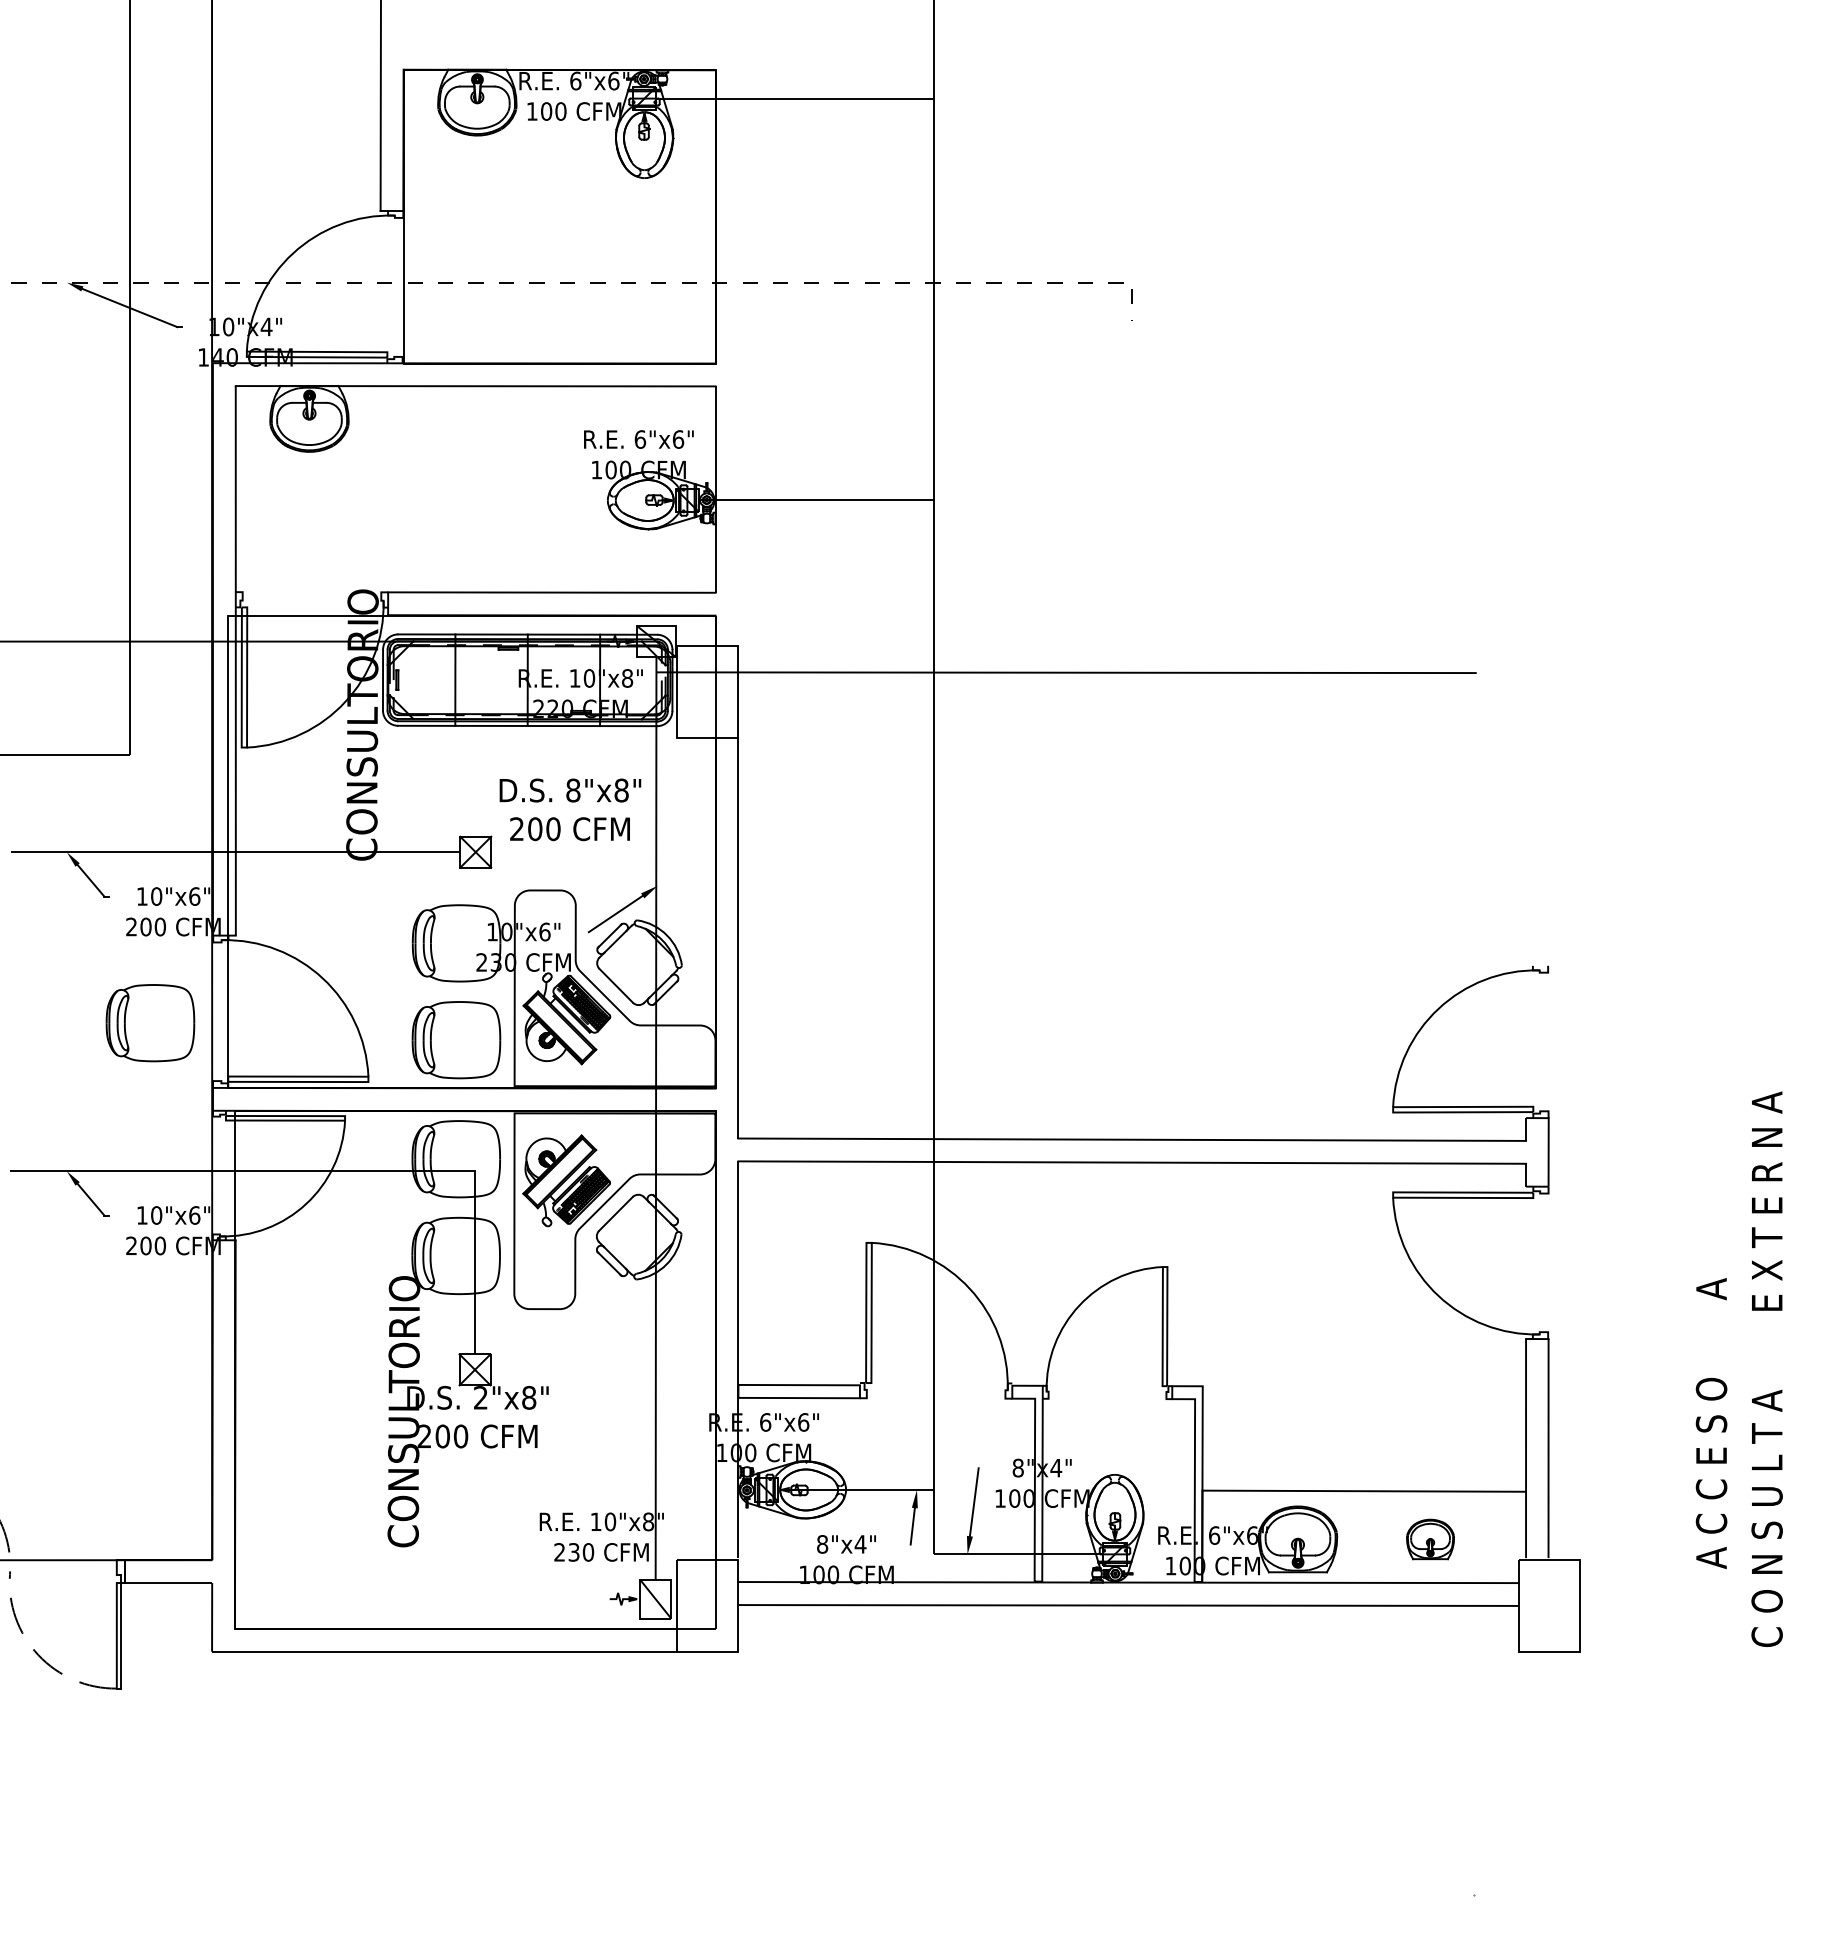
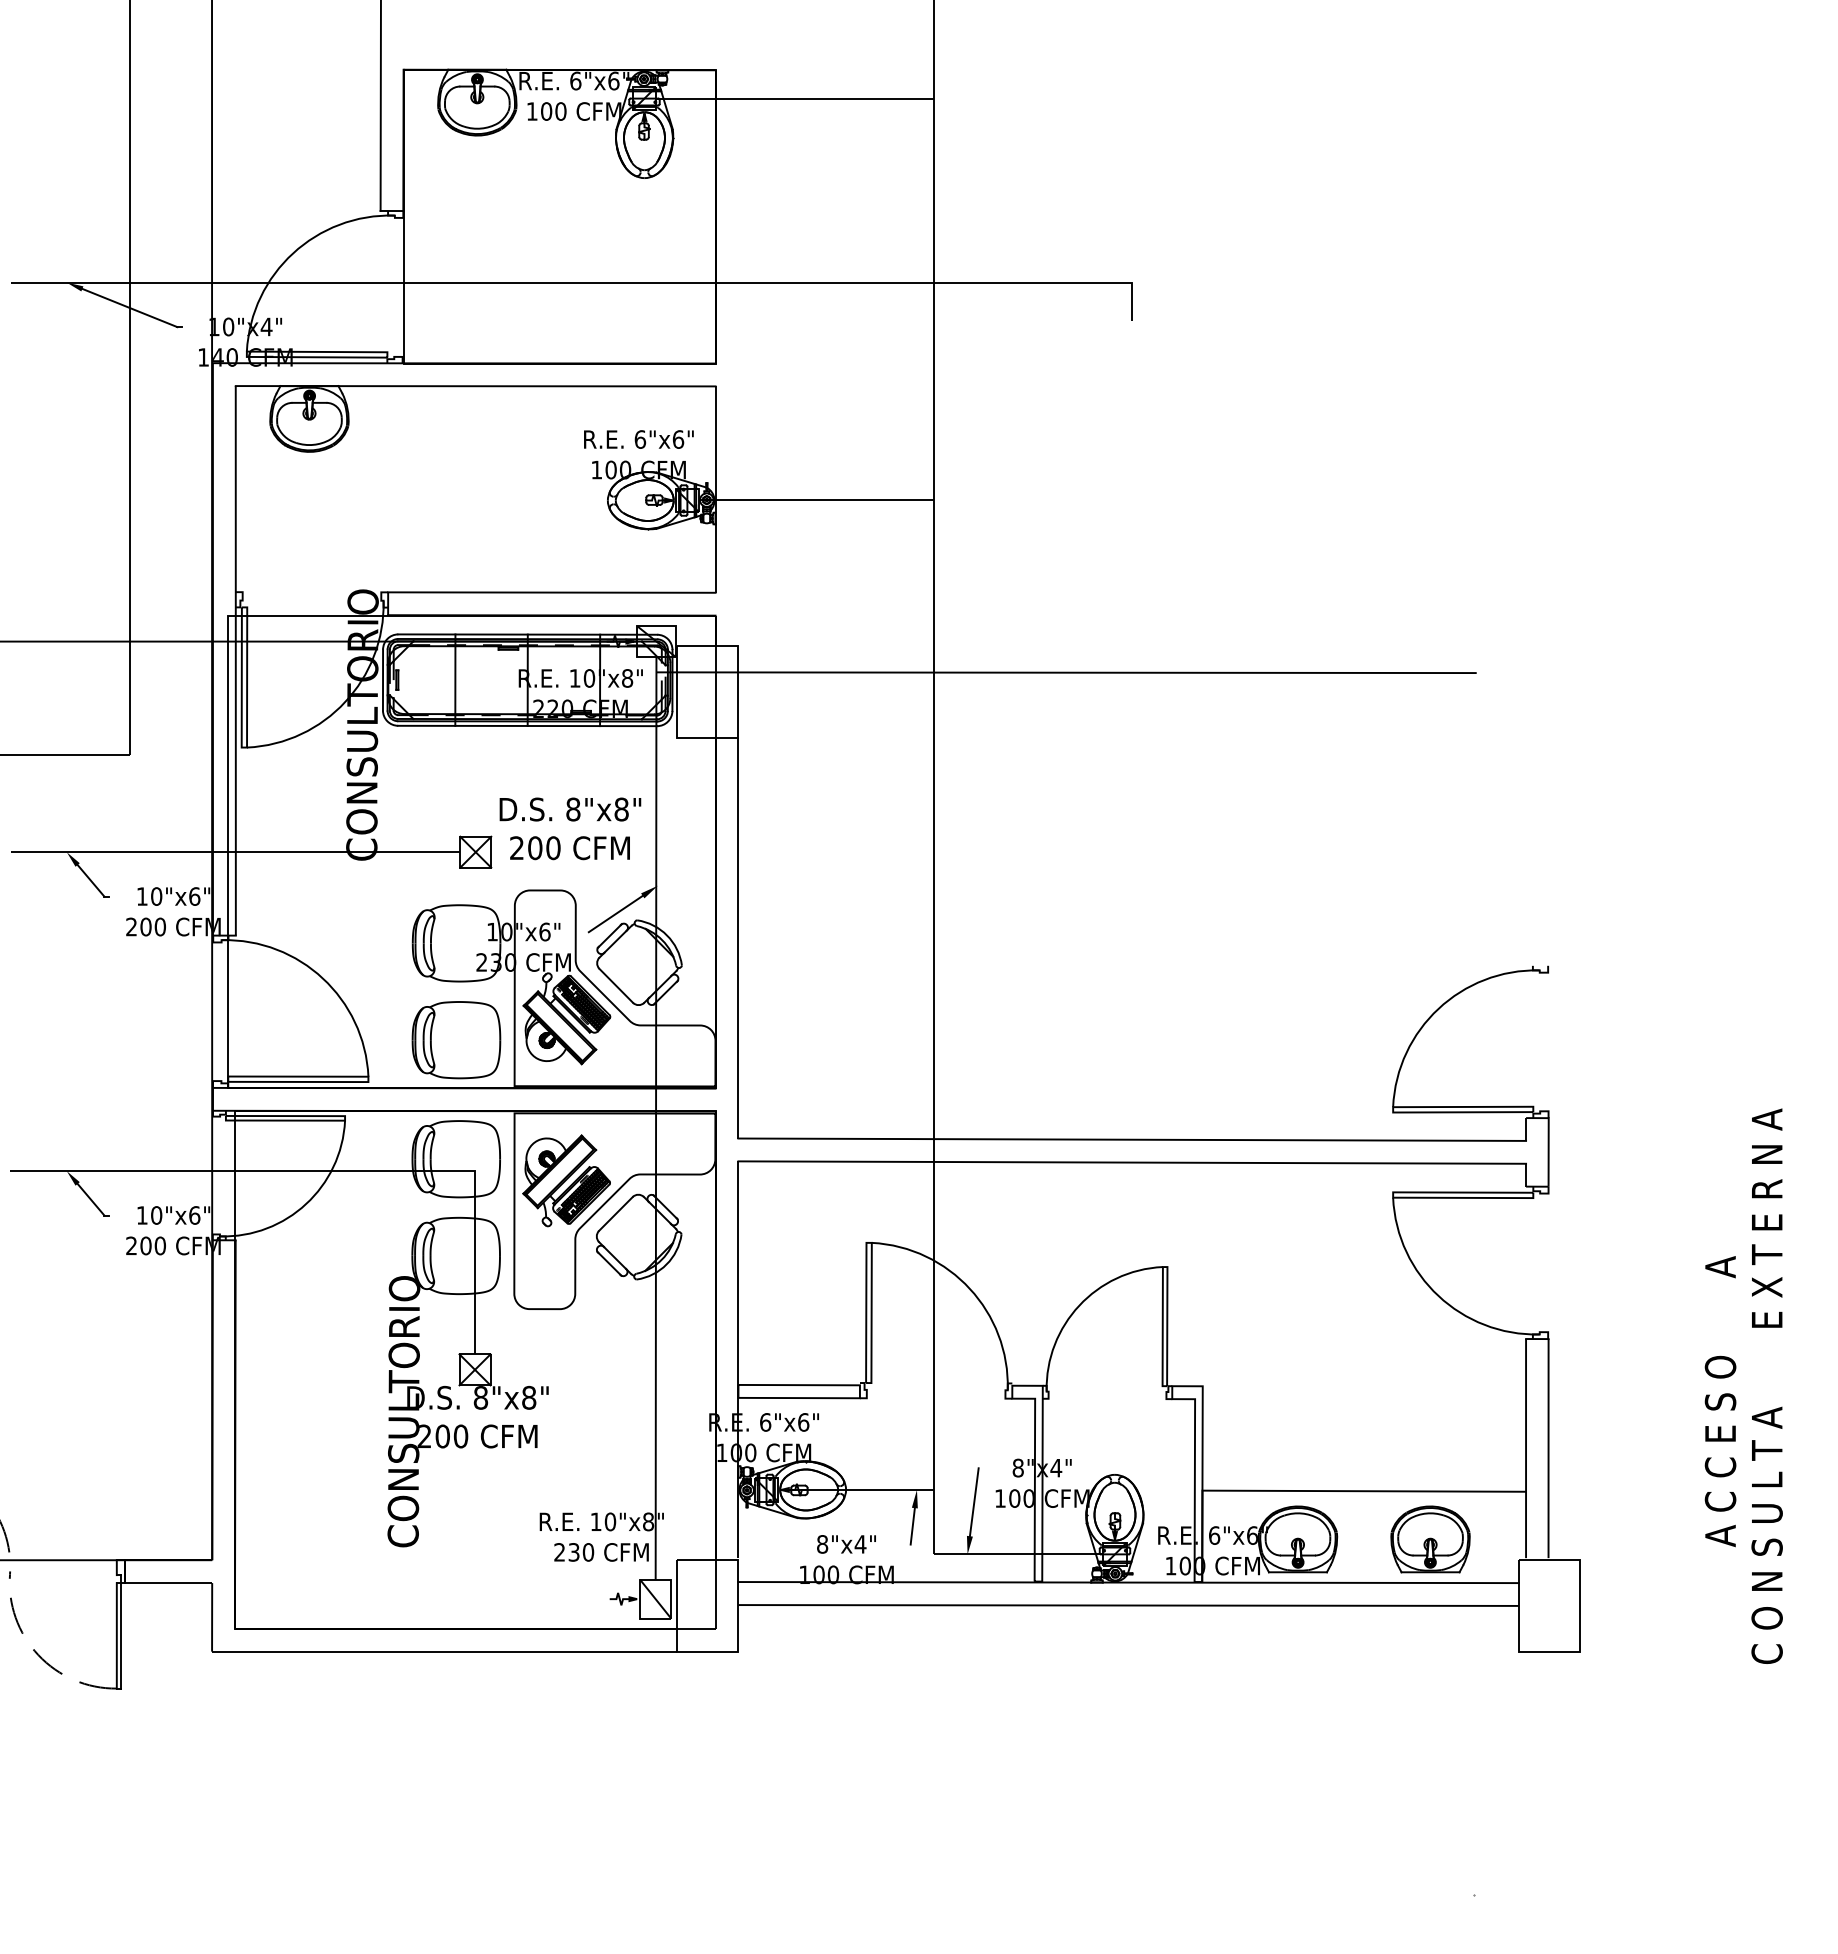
line at (592, 282): dashed -> solid
text at (570, 809) position: (570, 809) -> (570, 828)
part at (150, 1023): present -> none
text at (1766, 1368) position: (1766, 1368) -> (1766, 1385)
text at (480, 1397): 2"x8" -> 8"x8"
text at (1711, 1423) position: (1711, 1423) -> (1720, 1401)
part at (1430, 1539) size: 49x43 px -> 81x69 px
